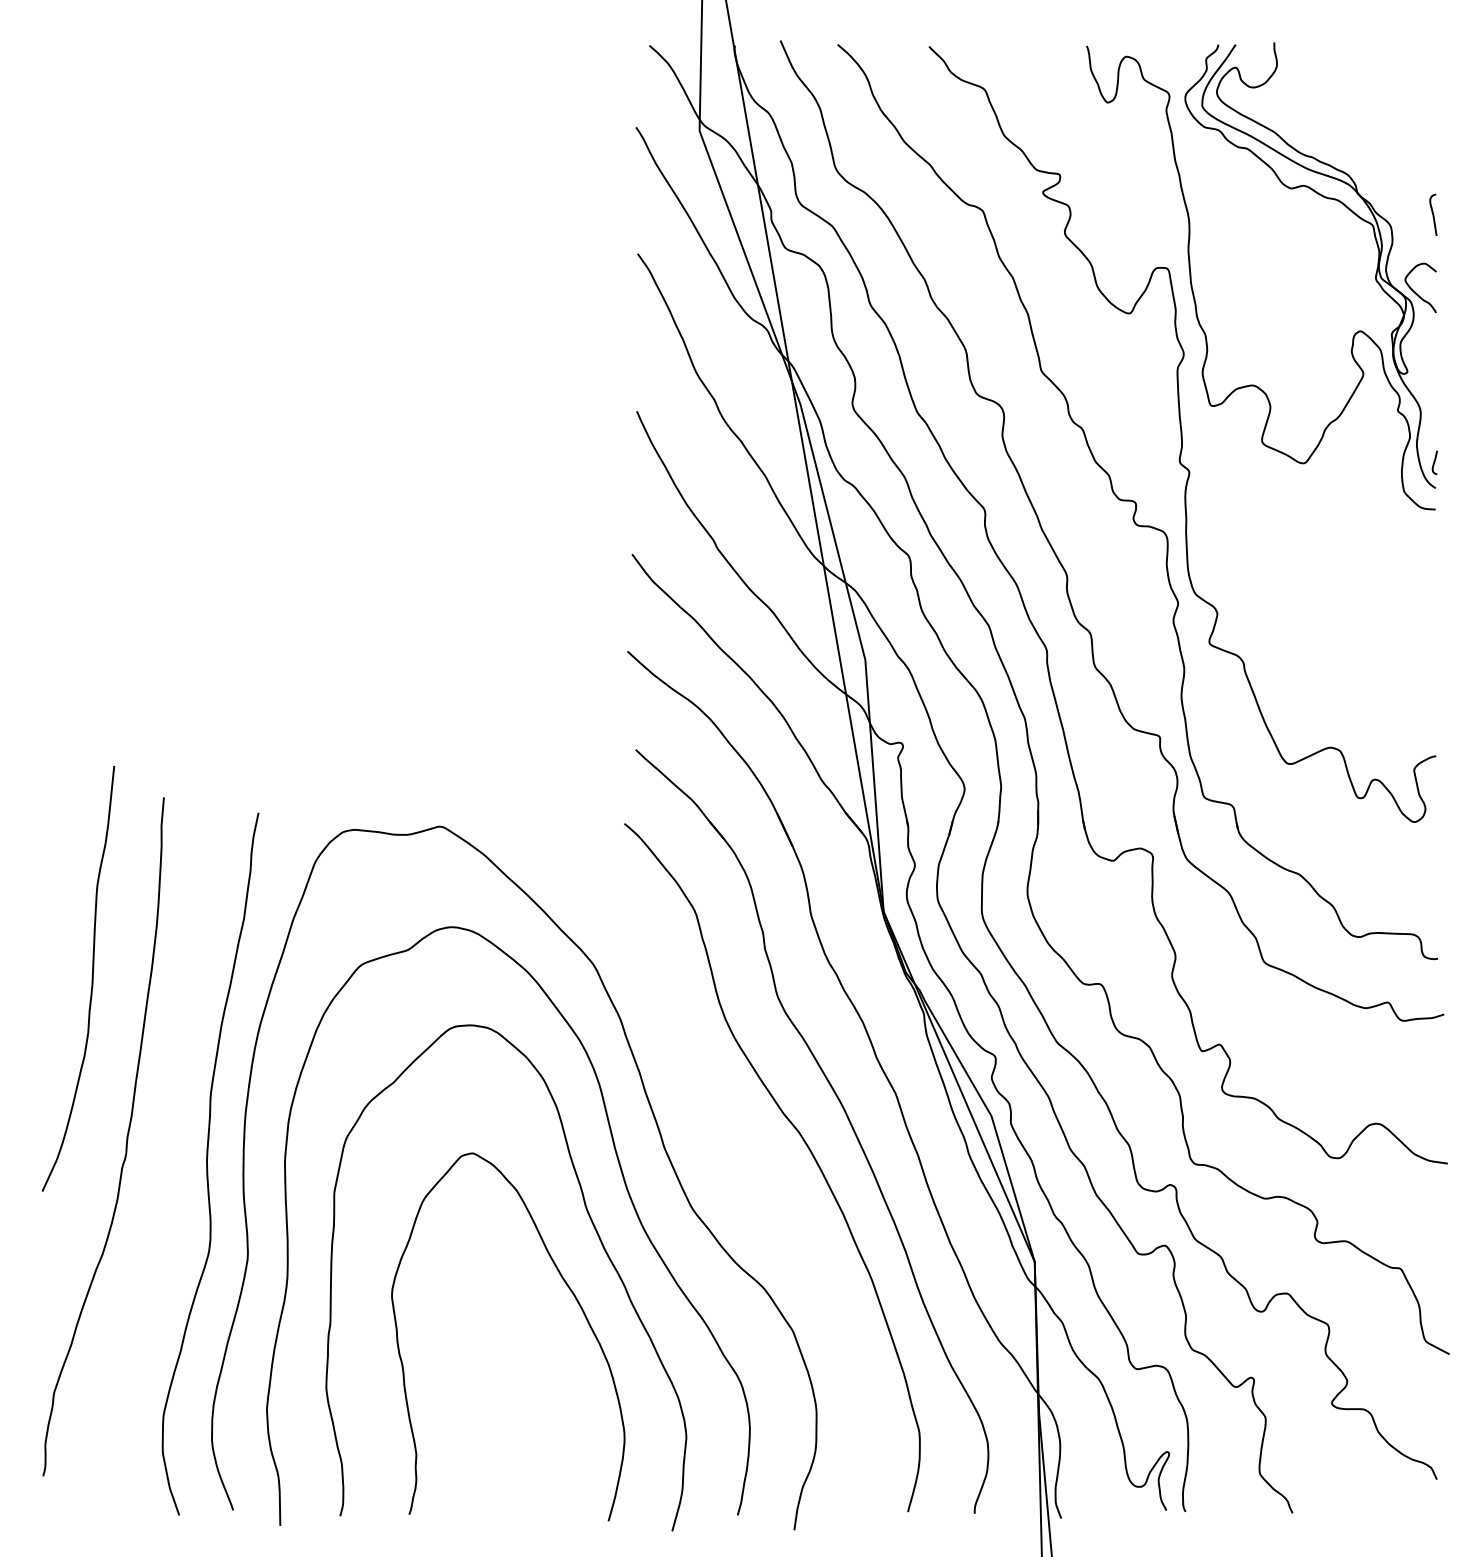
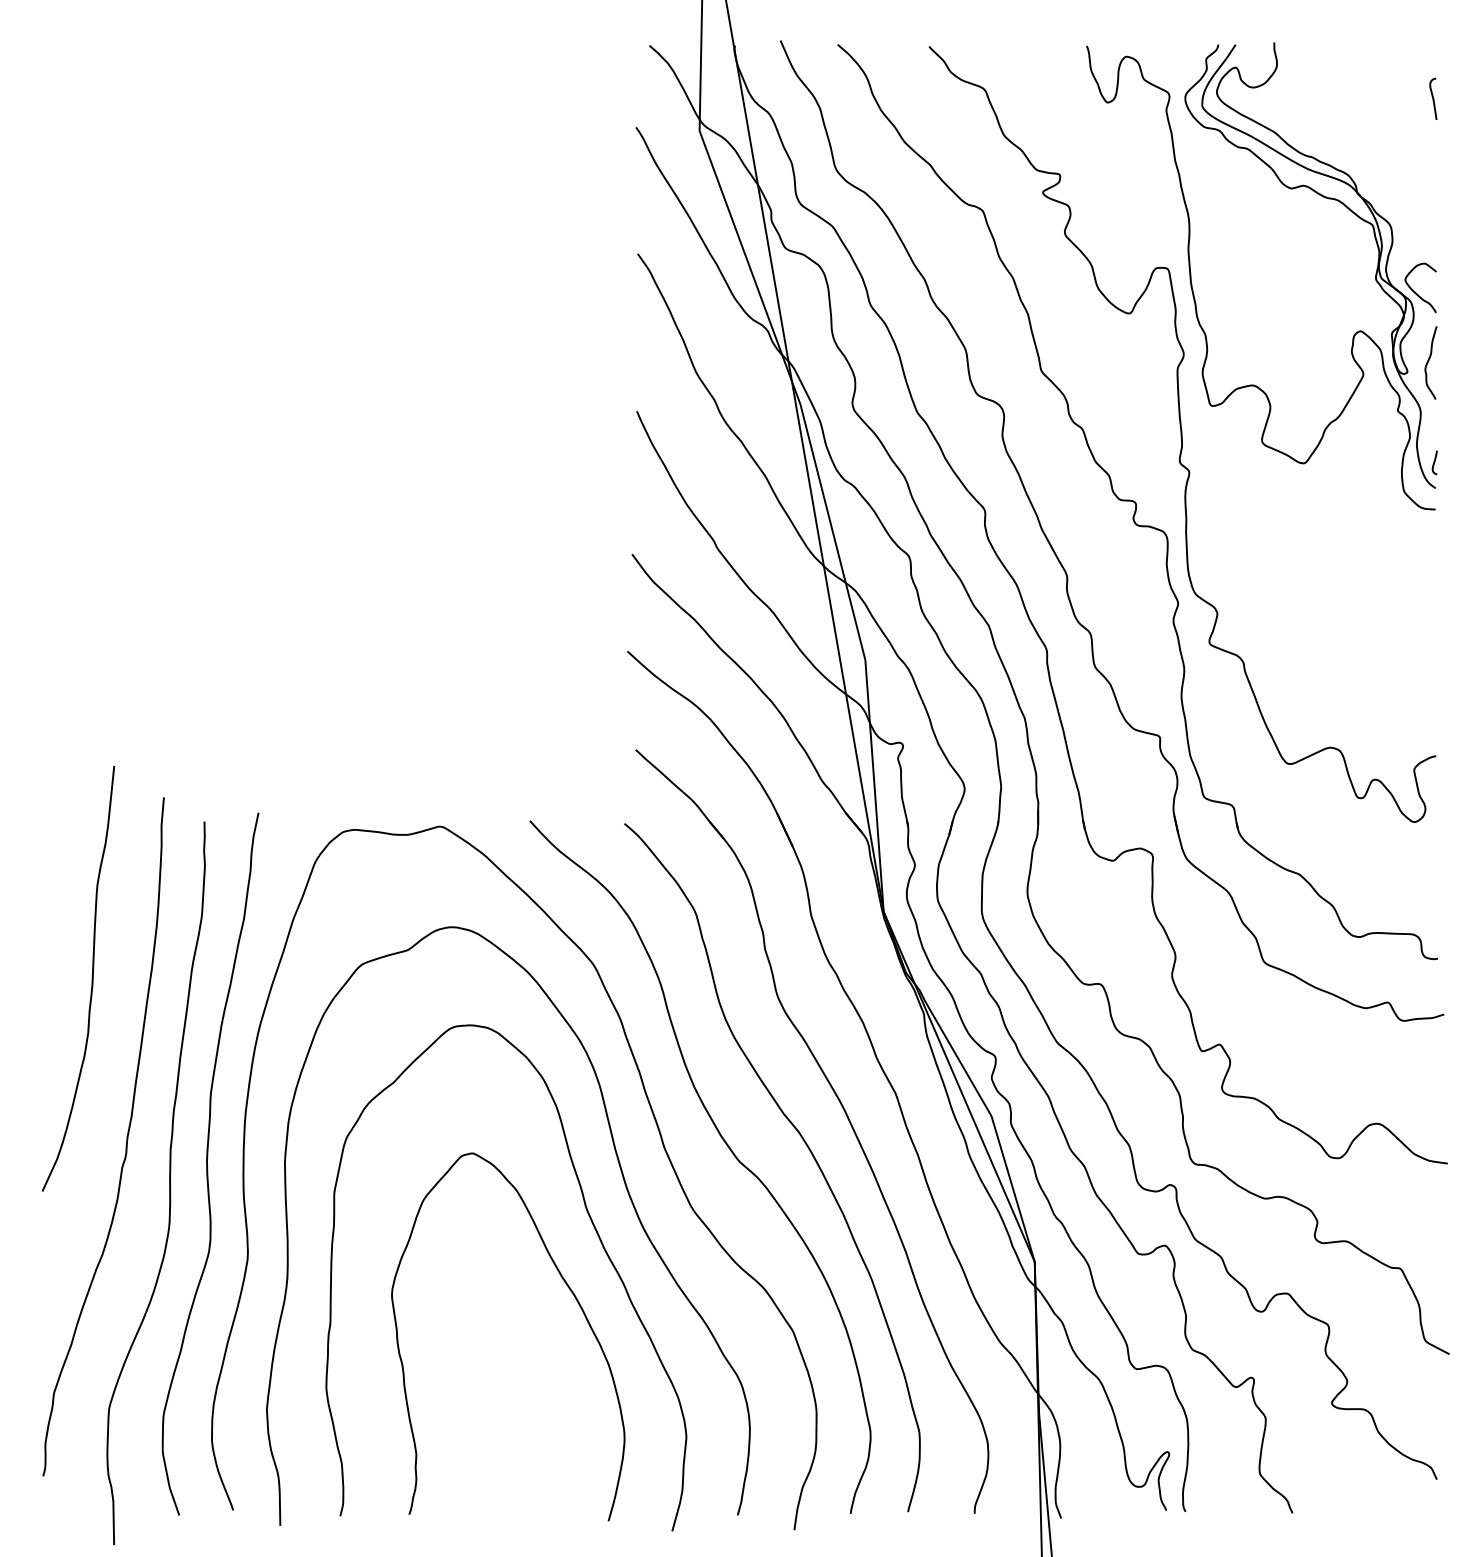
curve at (1433, 214) position: (1433, 214) -> (1433, 98)
curve at (1428, 362): none -> present
curve at (728, 1148): none -> present
curve at (169, 1183): none -> present
